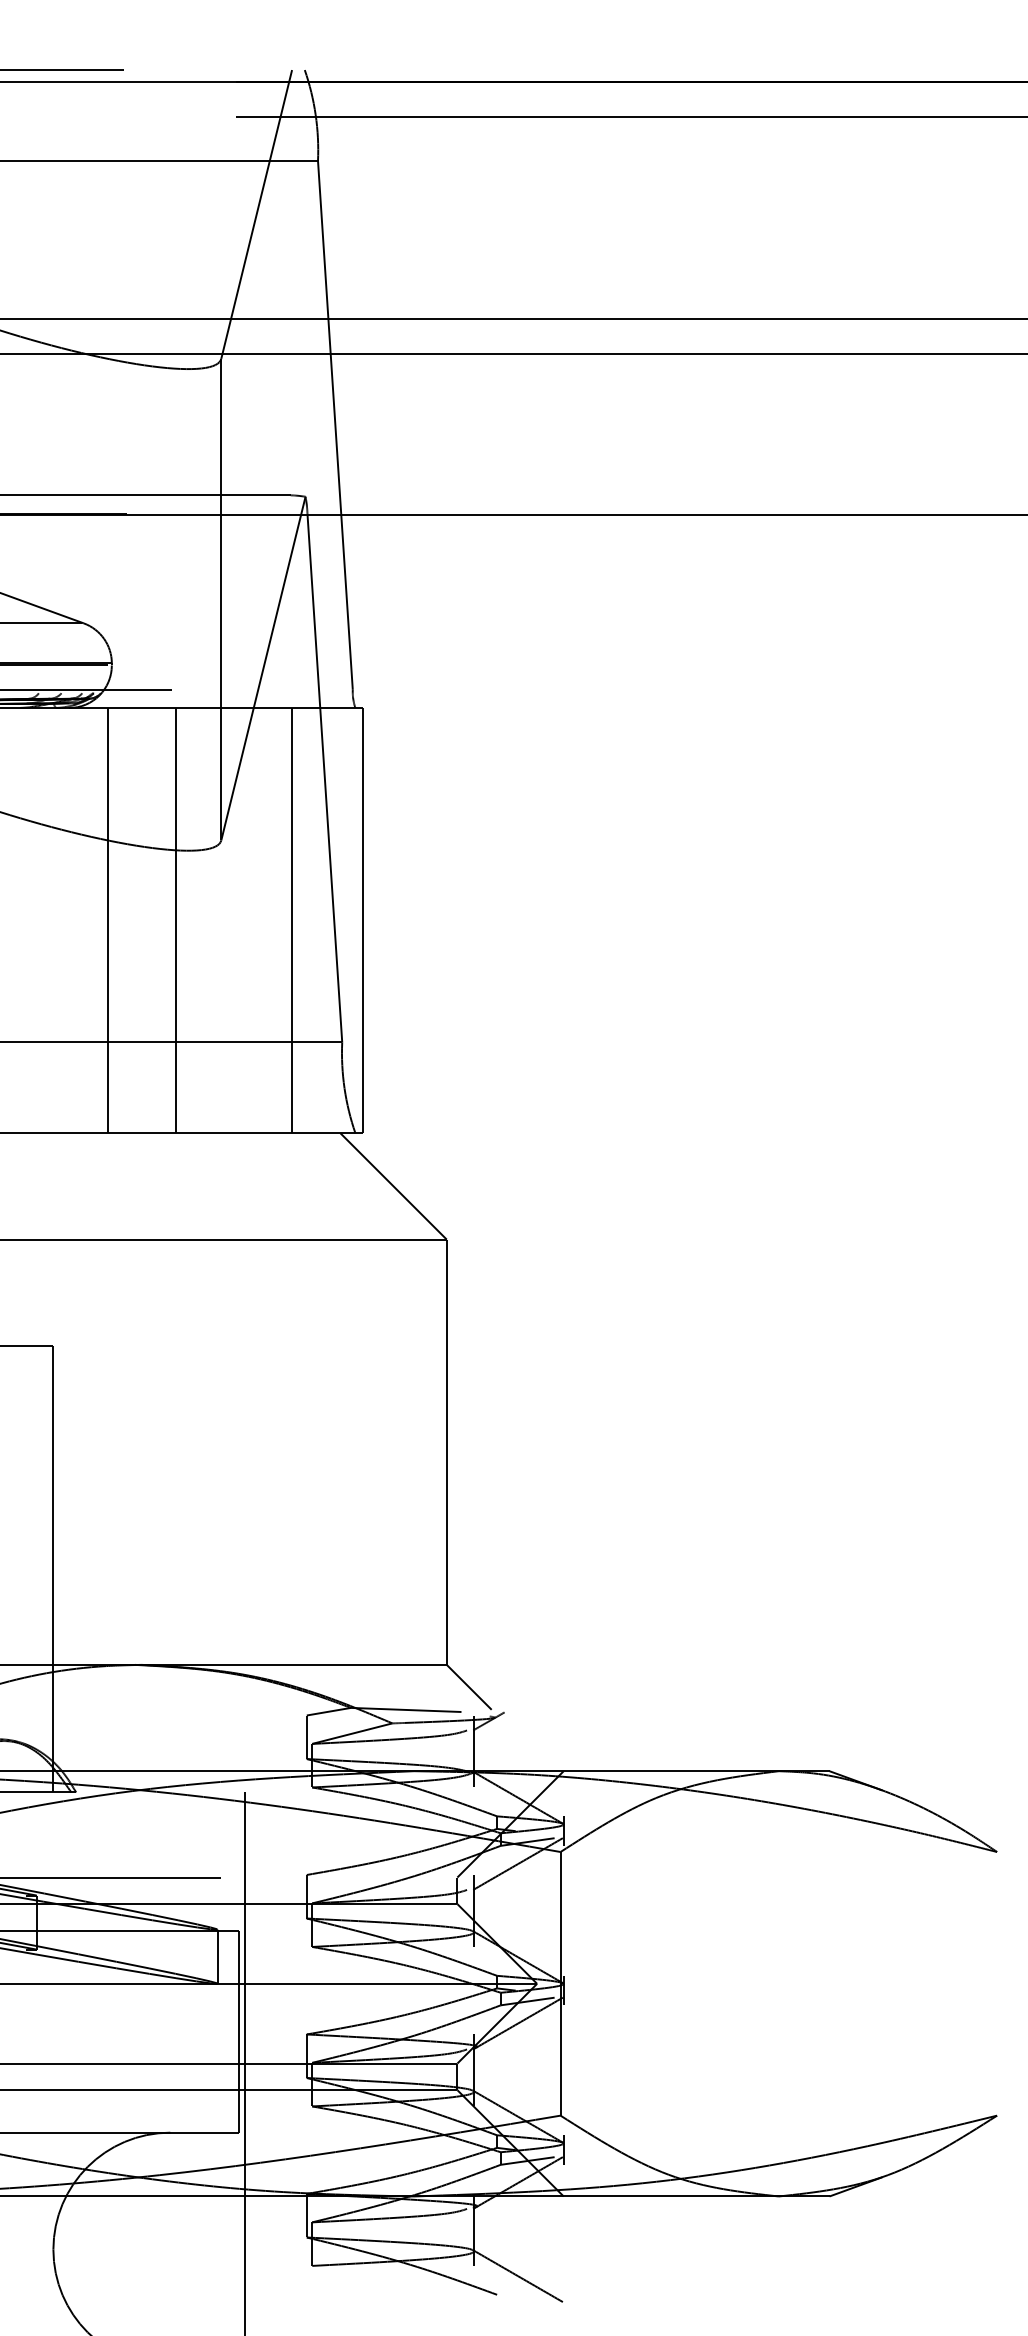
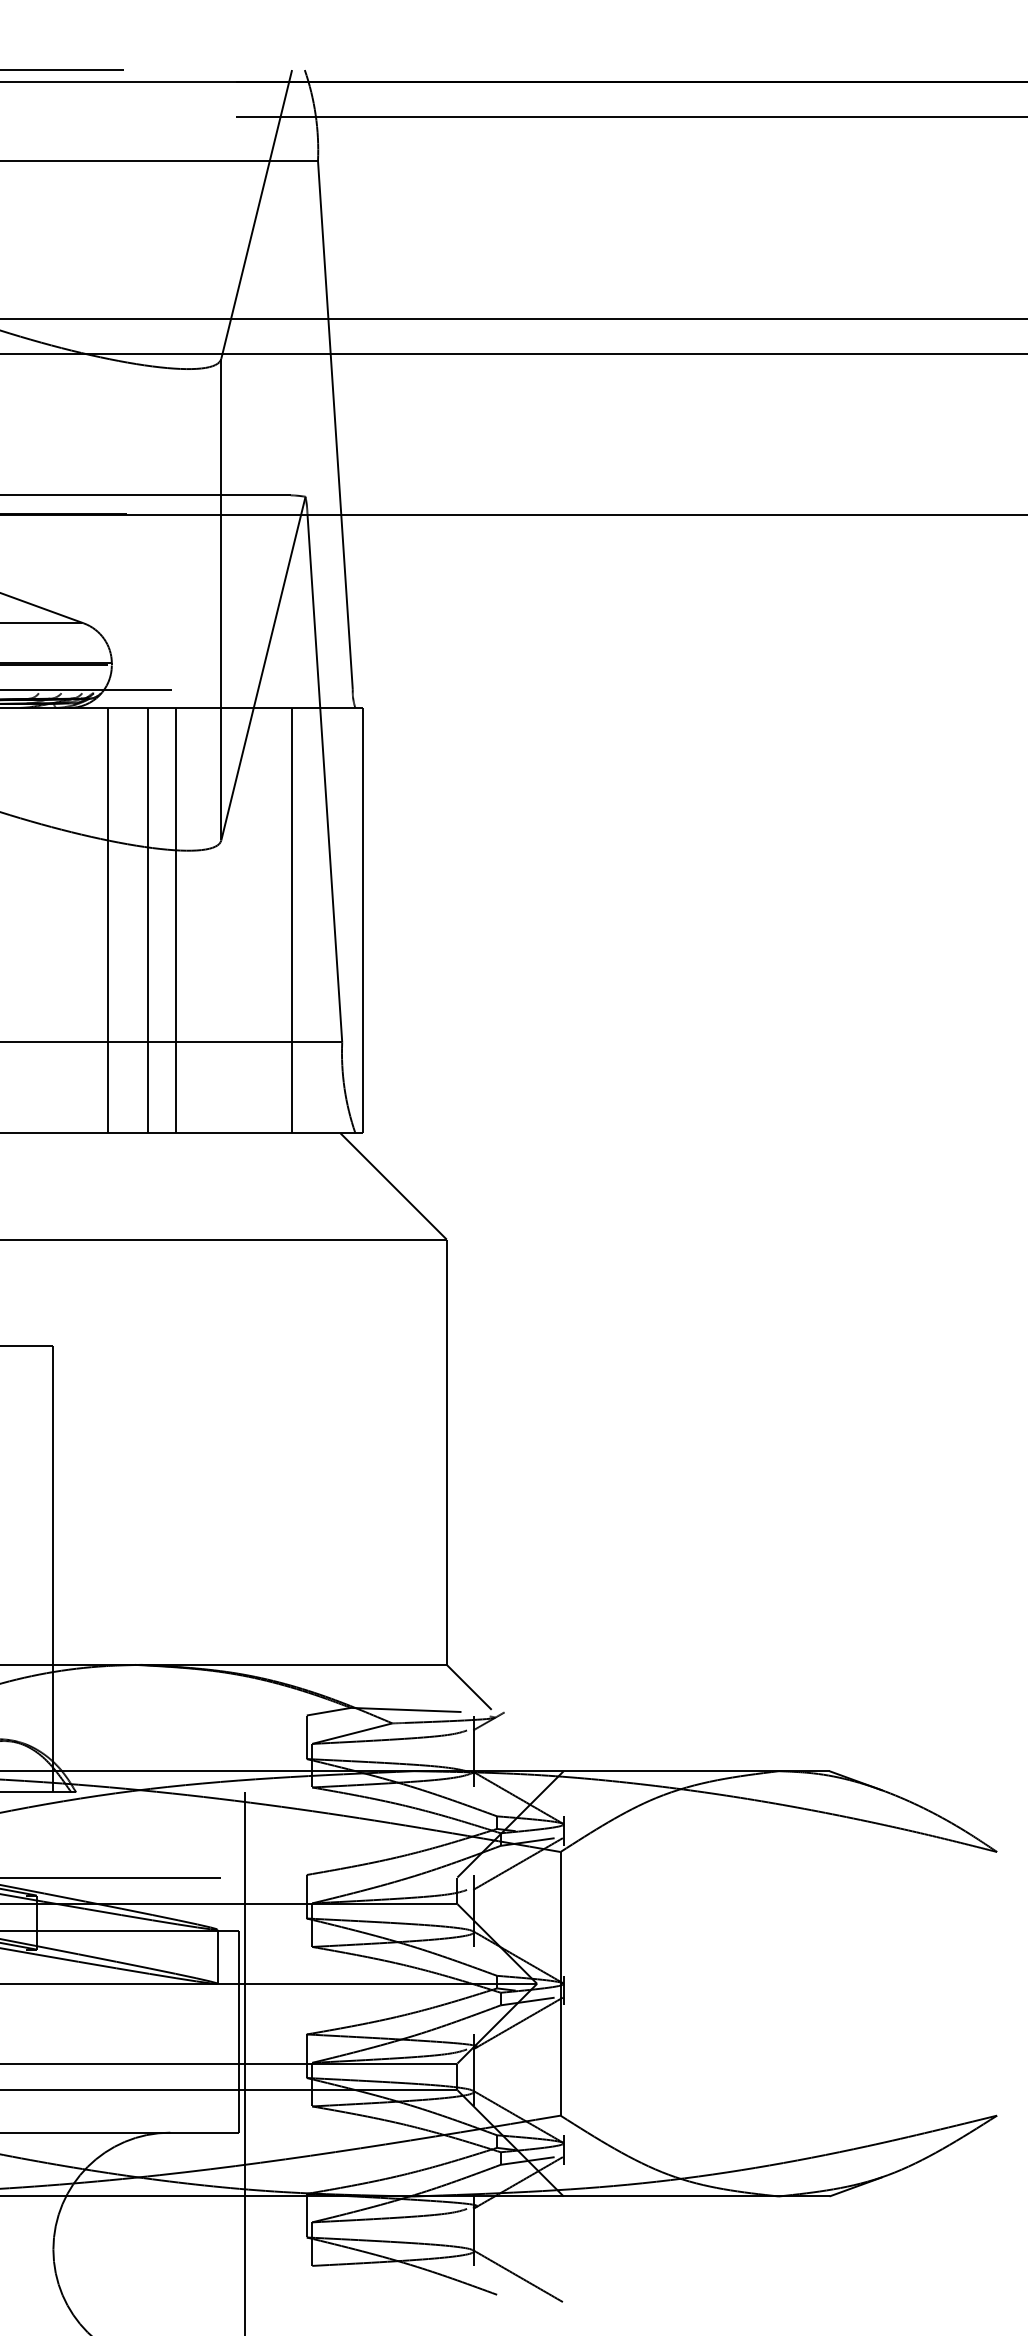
line at (148, 920): none -> present
